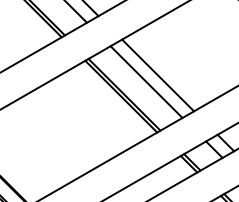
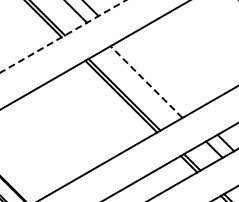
line at (63, 36): solid -> dashed
line at (158, 75): present -> none
line at (146, 82): solid -> dashed
